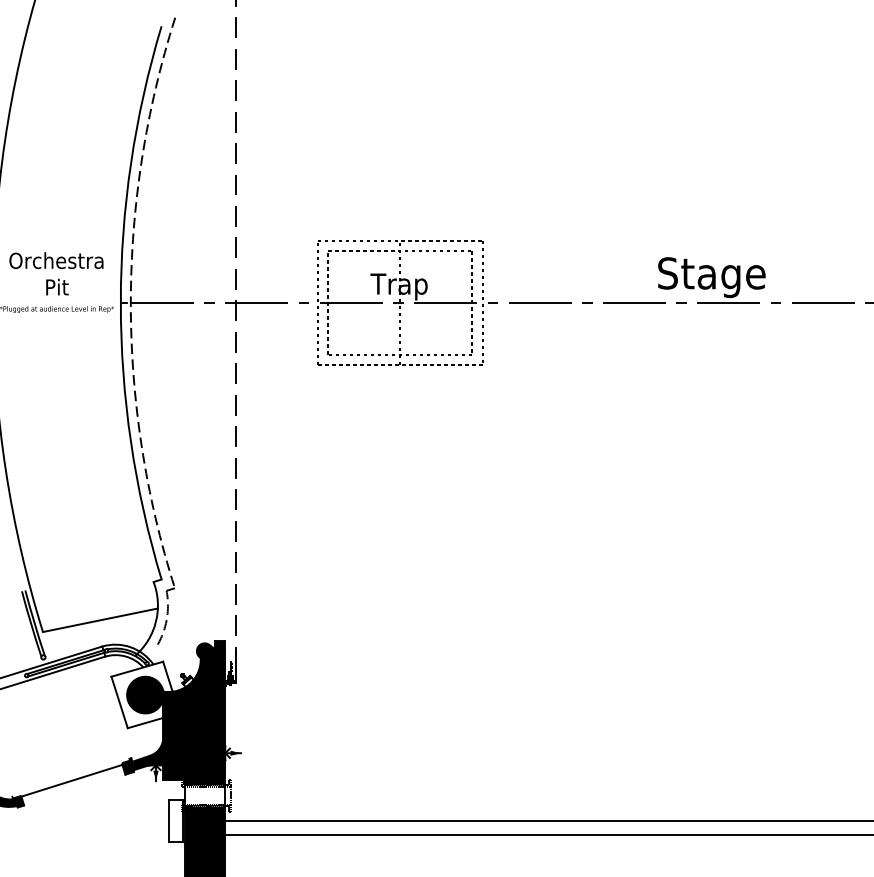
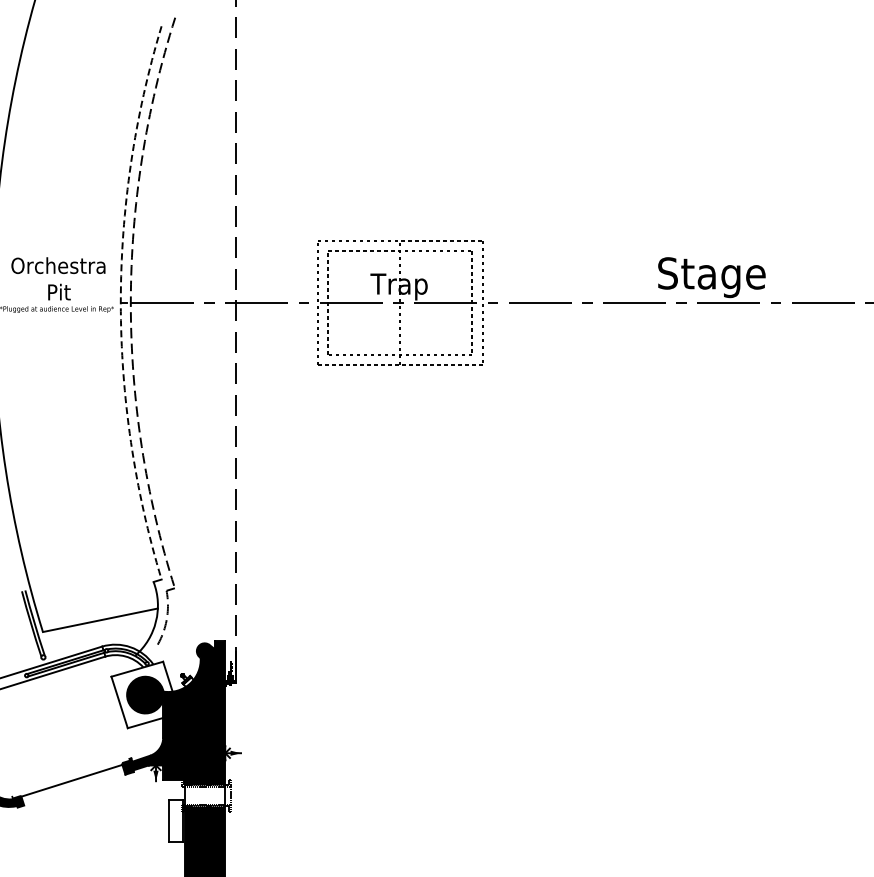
text at (56, 273) position: (56, 273) -> (58, 278)
arc at (120, 302): solid -> dashed
line at (547, 821): present -> none
line at (547, 835): present -> none
